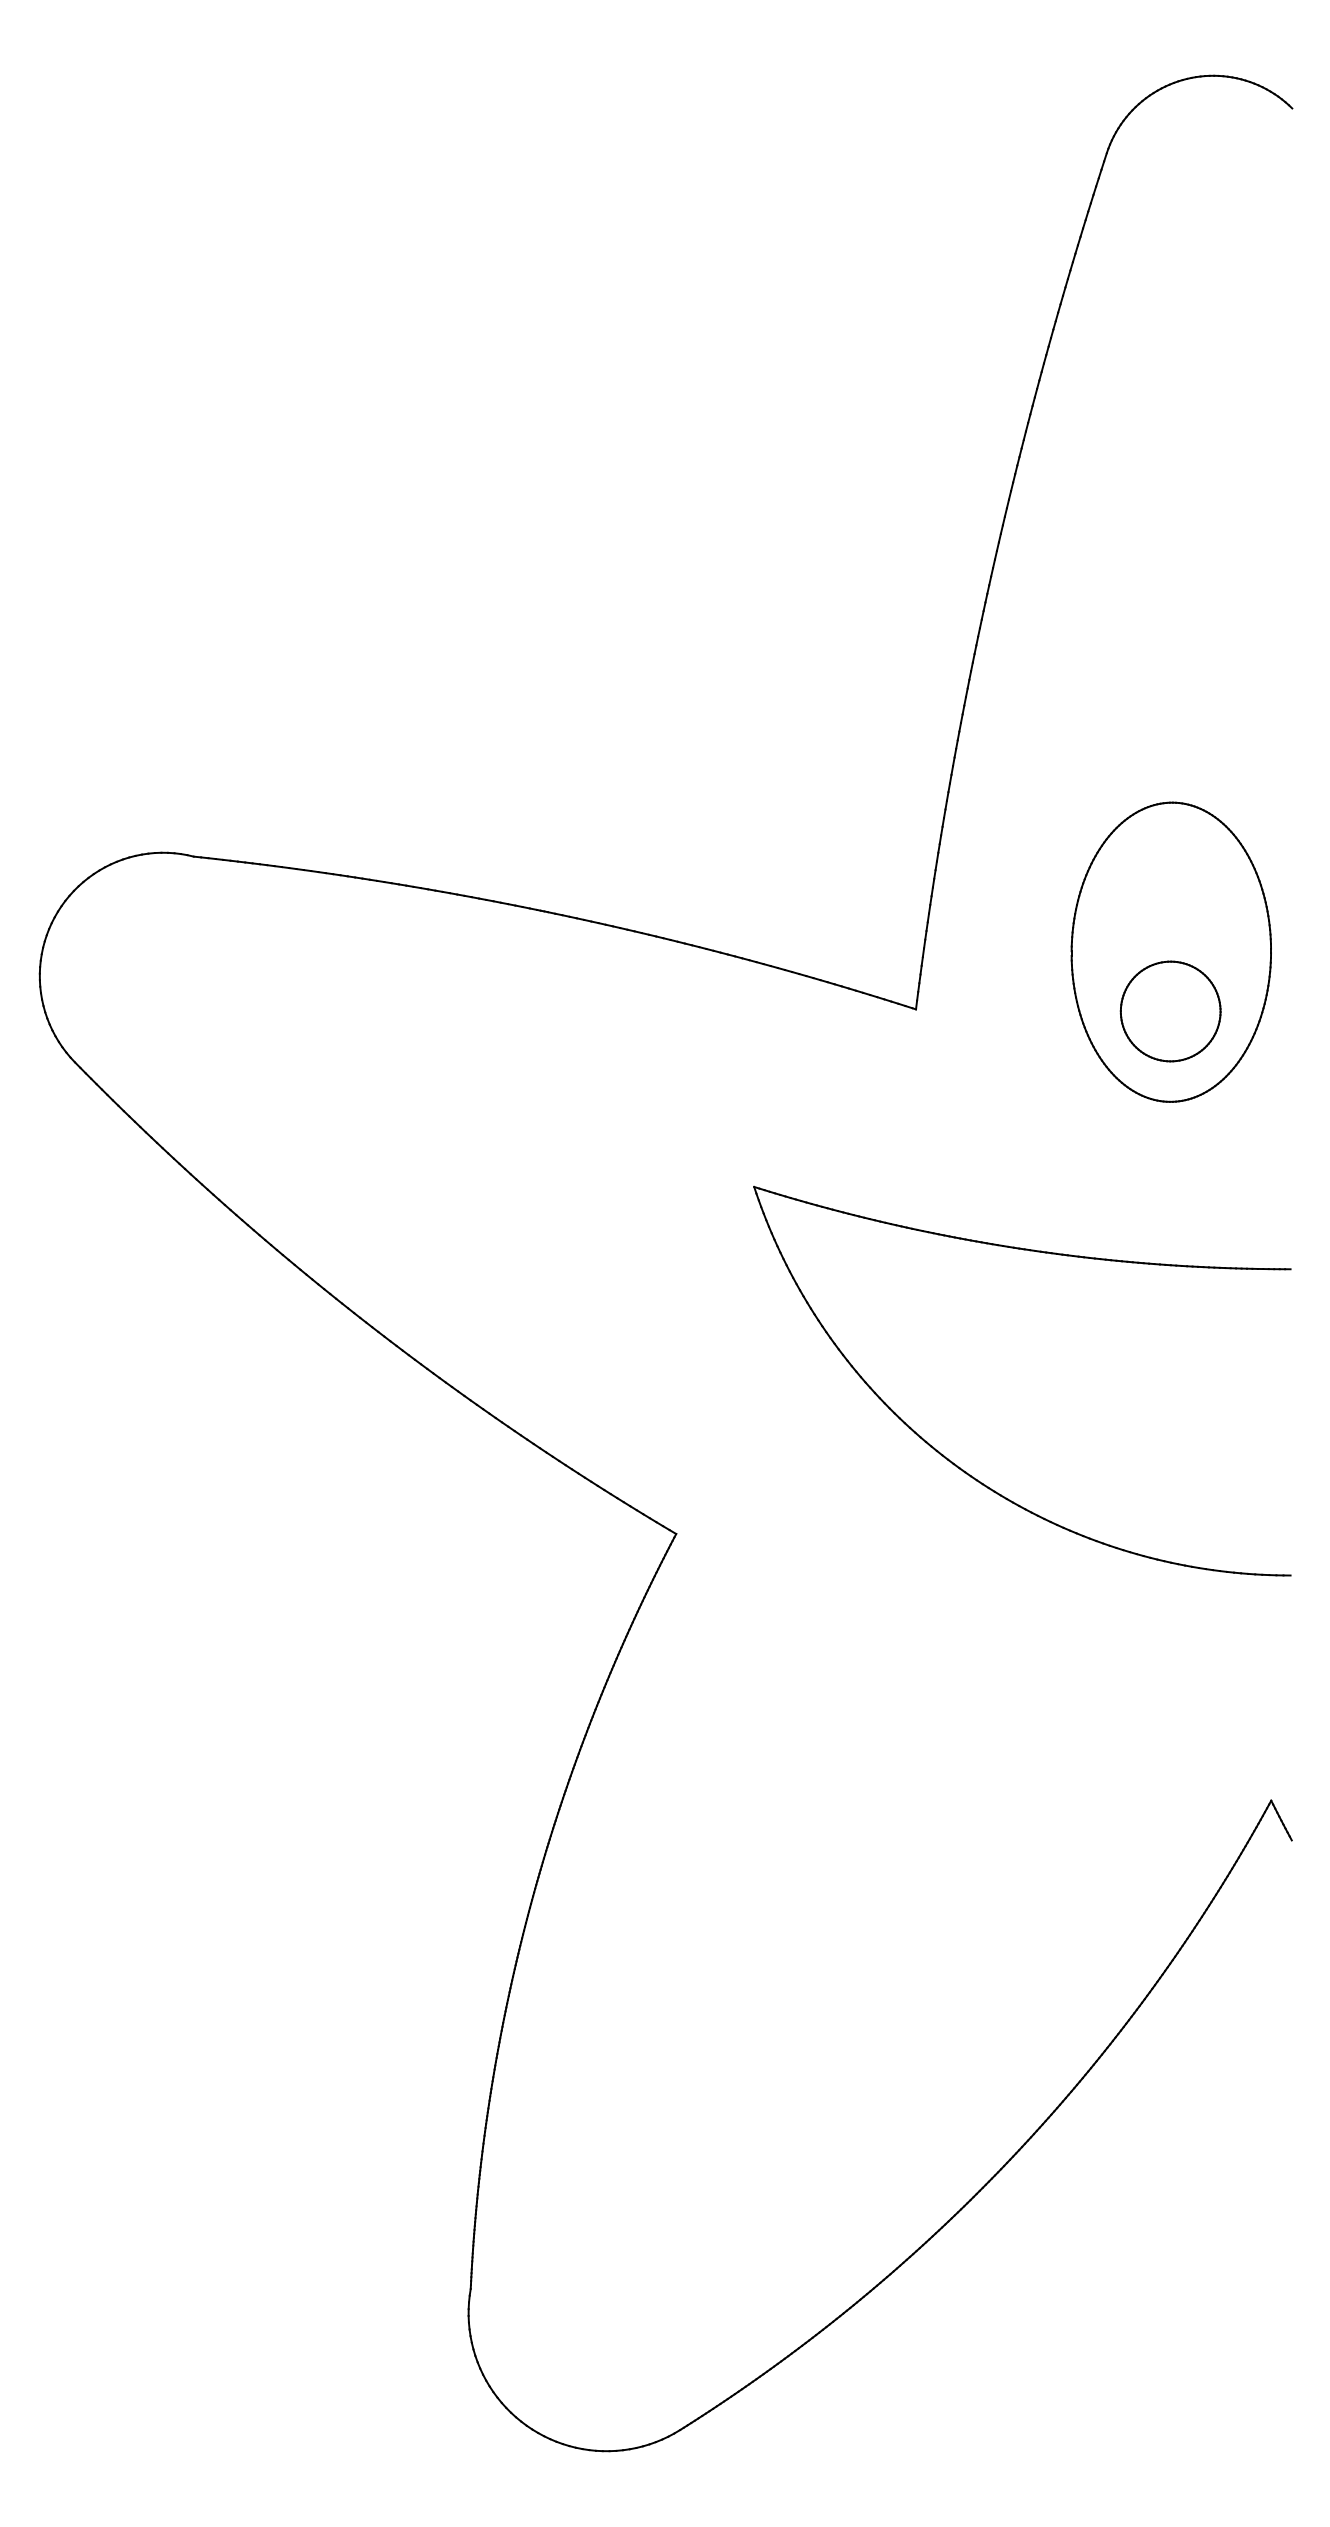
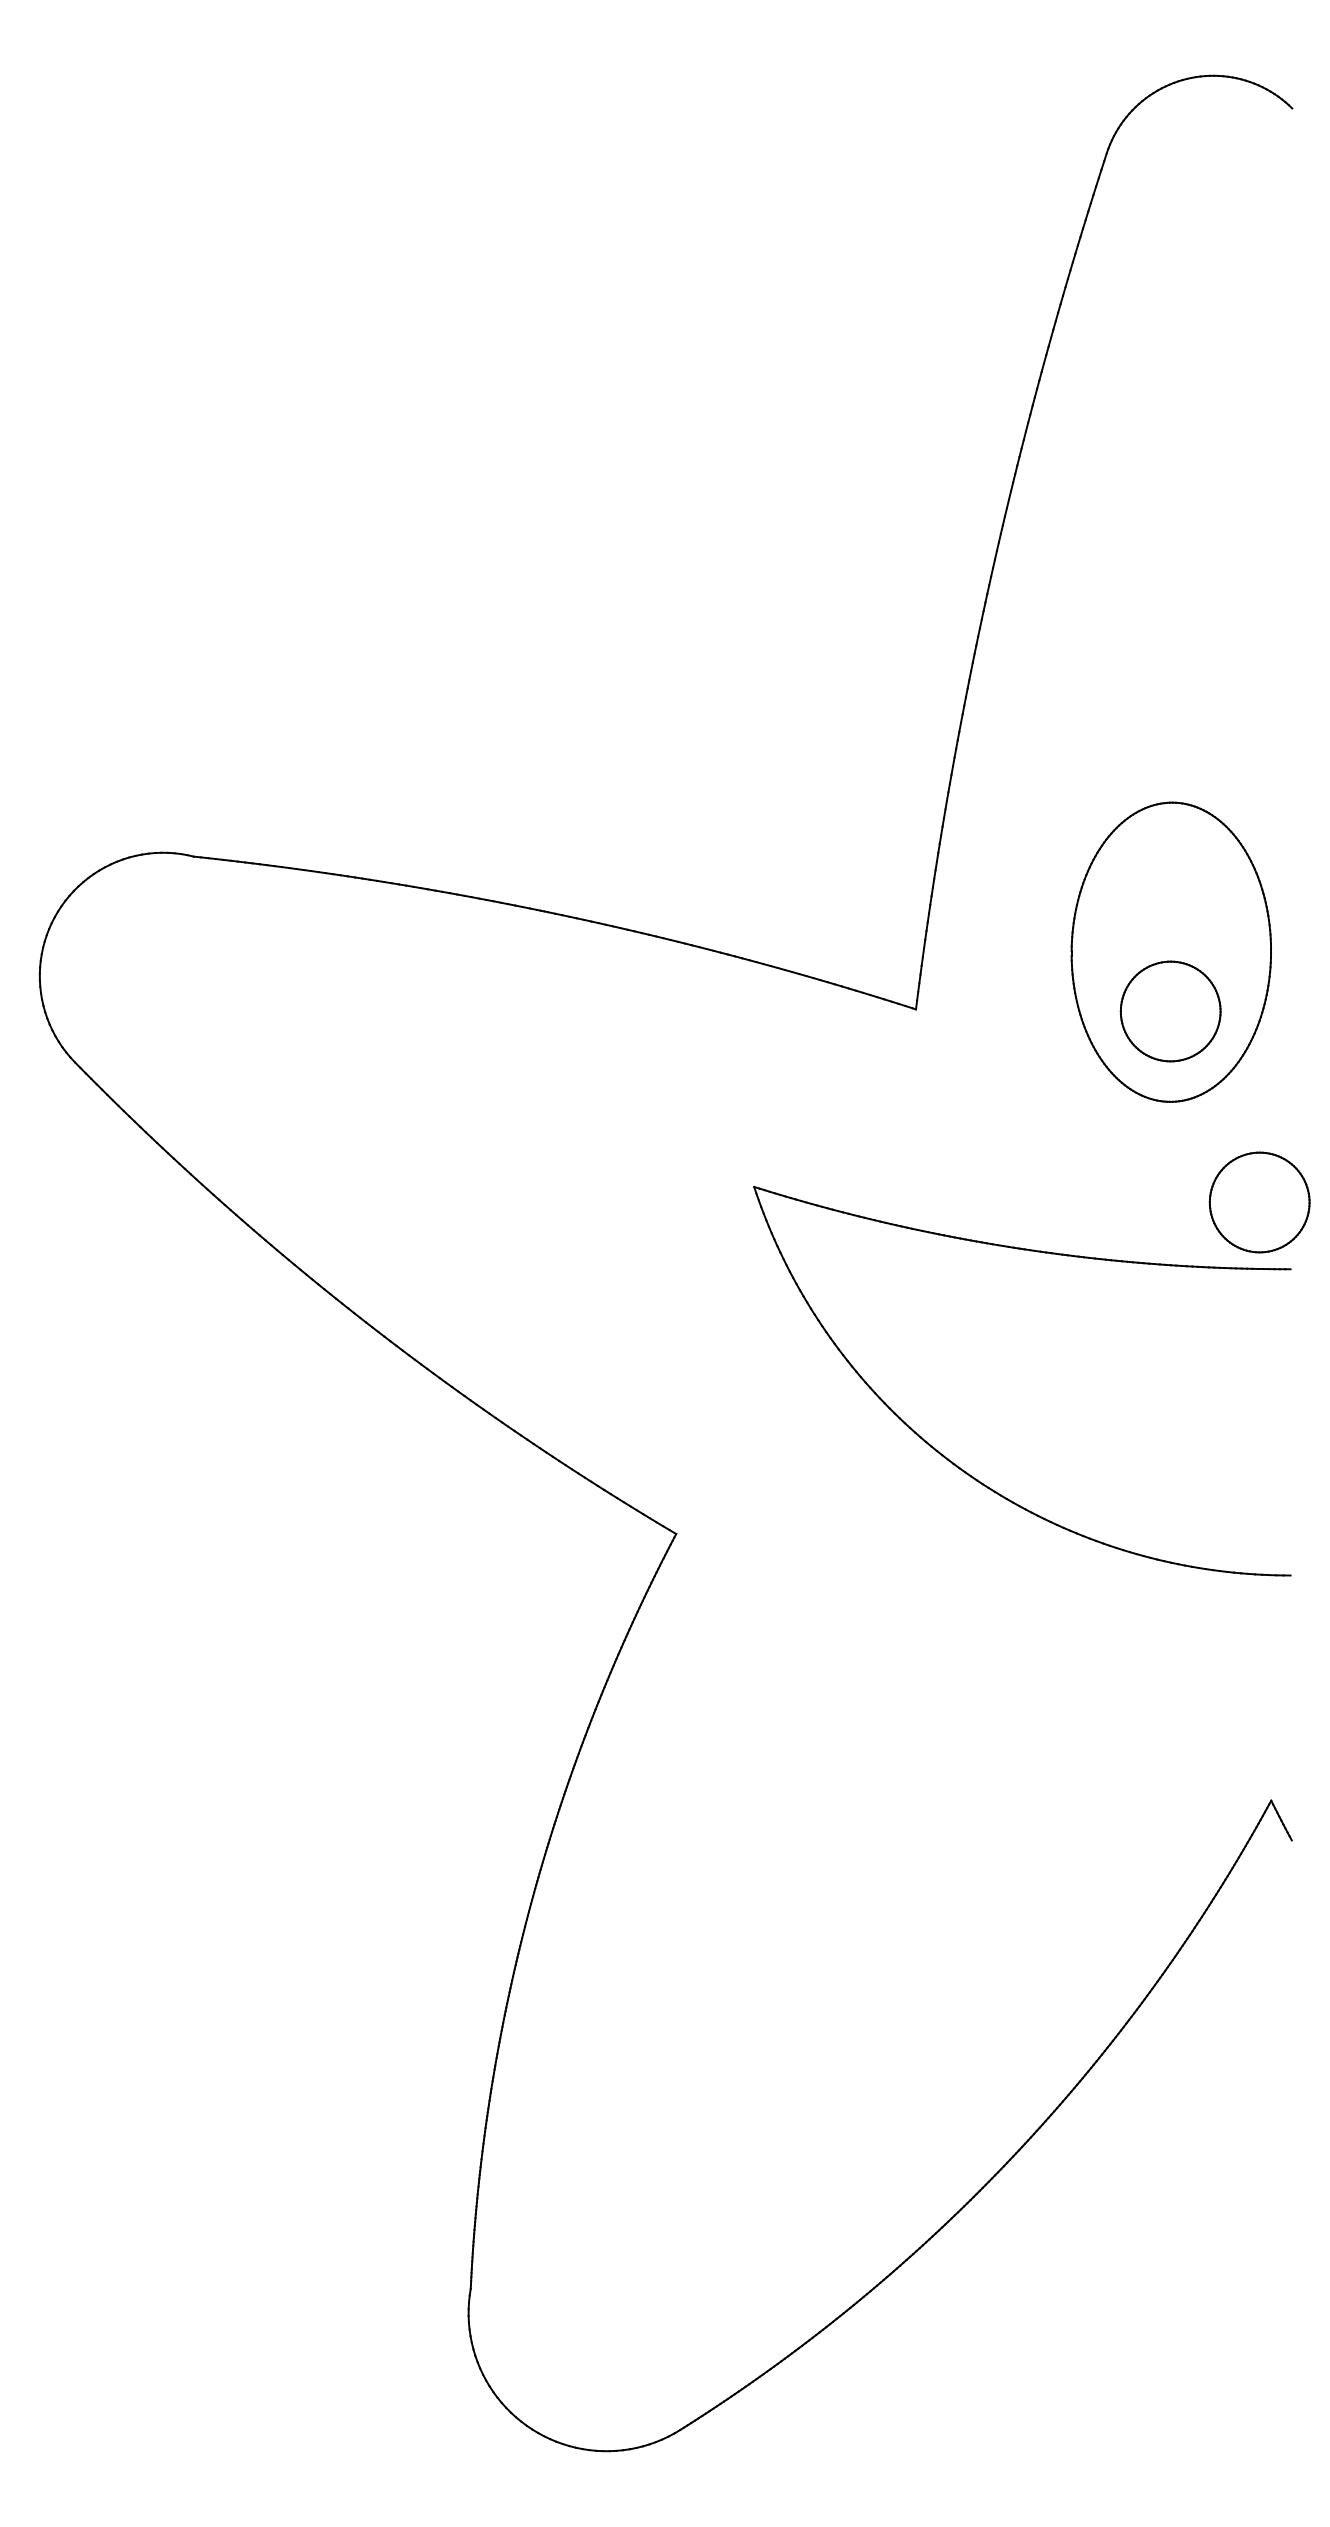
part at (1259, 1202): none -> present
